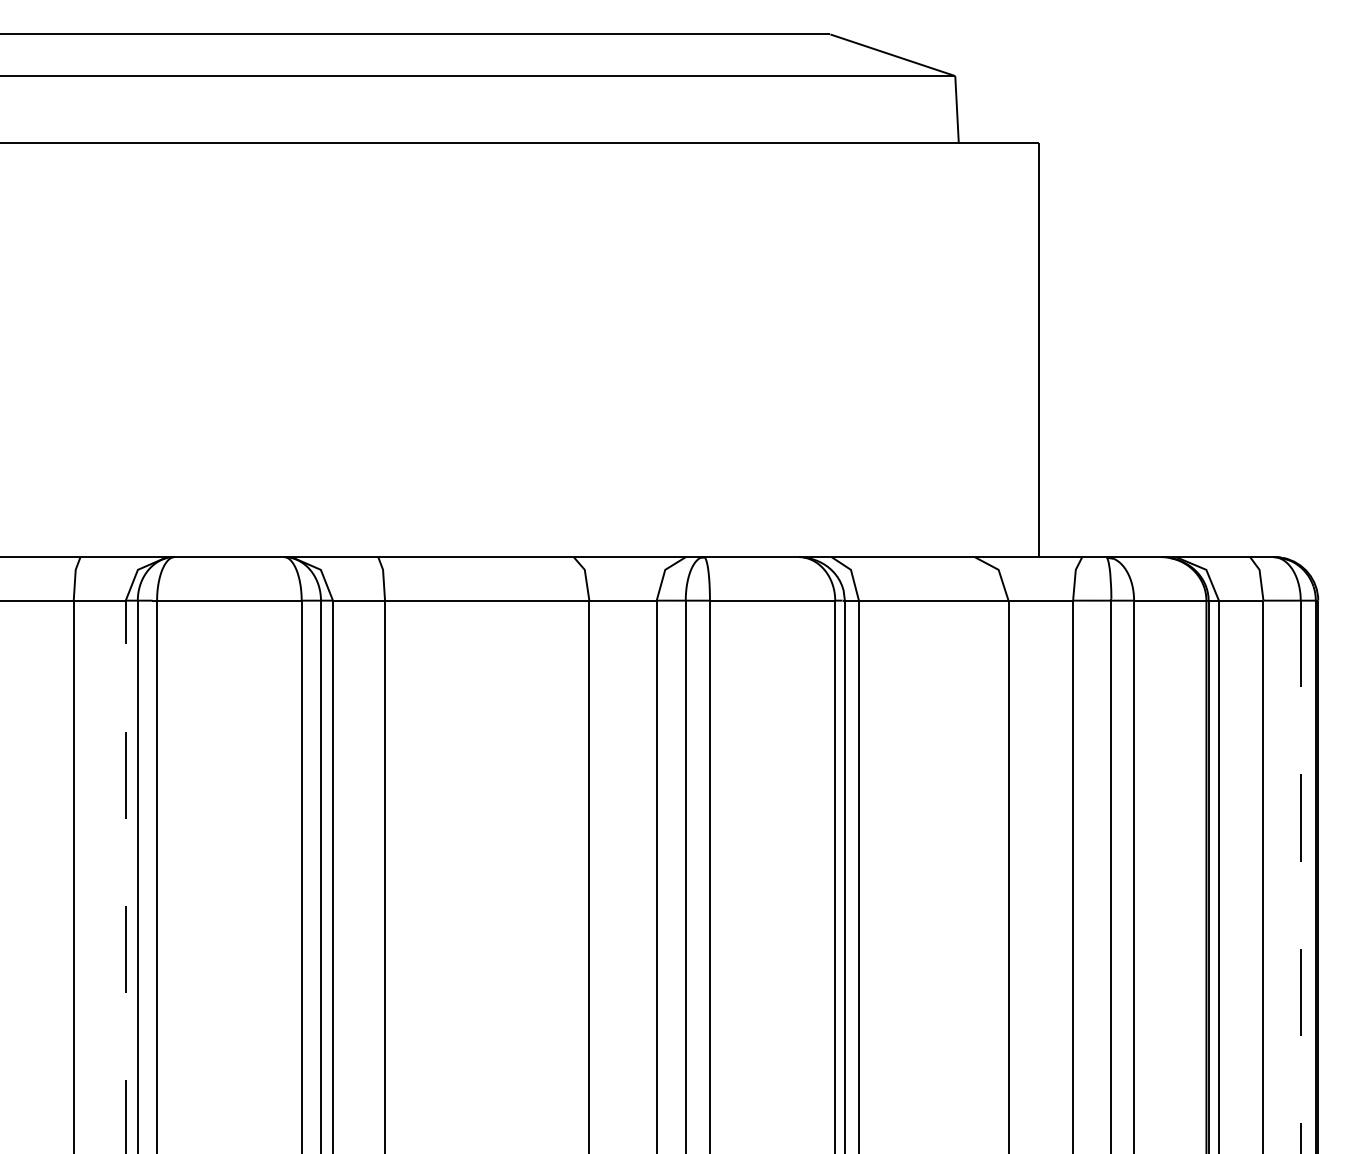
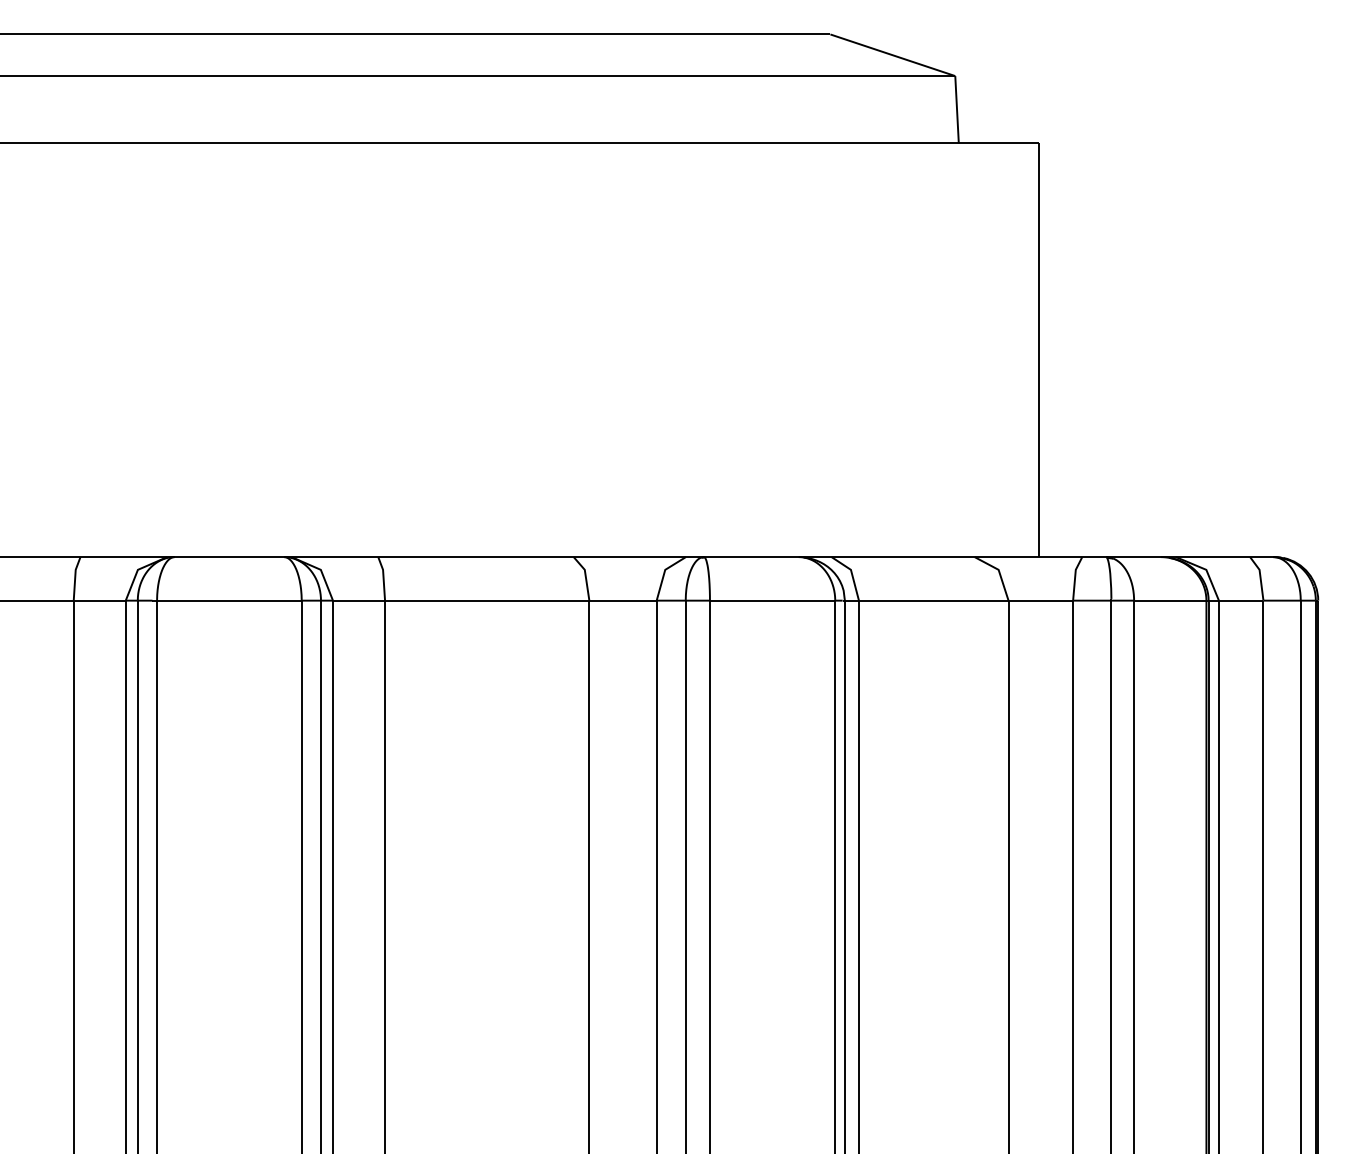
line at (125, 876): dashed -> solid
line at (1300, 877): dashed -> solid
